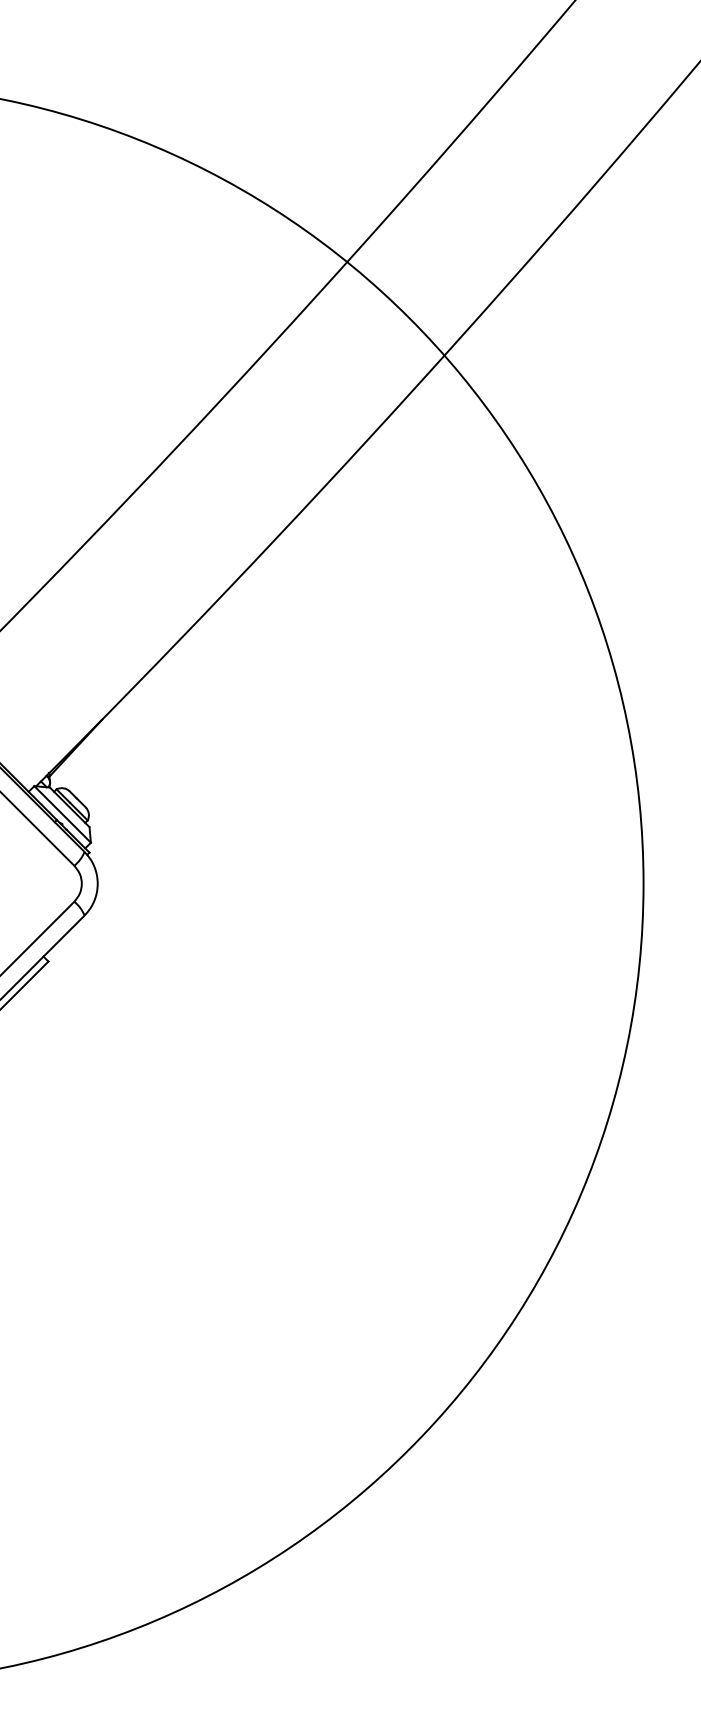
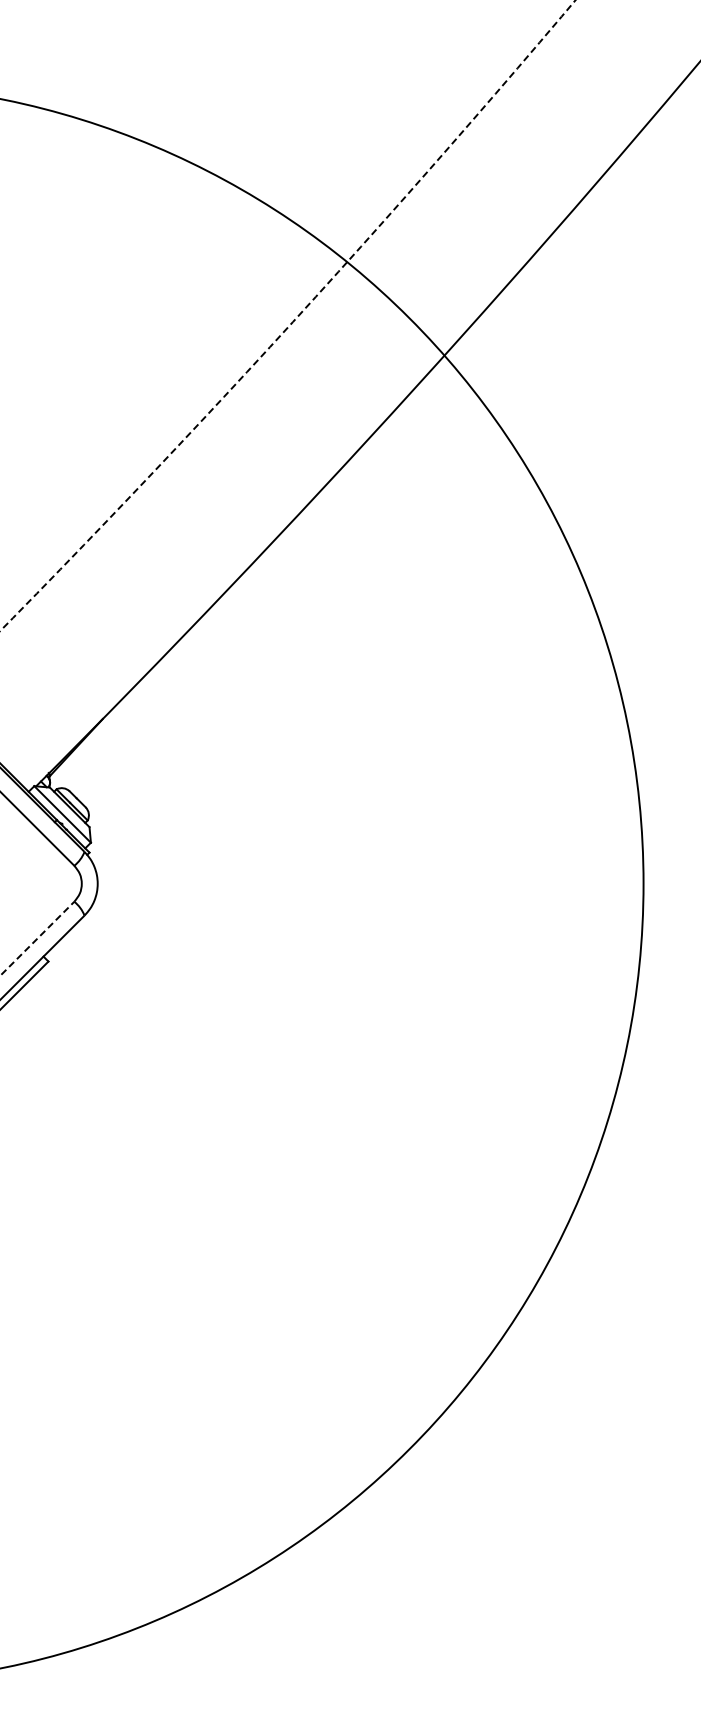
arc at (294, 320): solid -> dashed
line at (37, 938): solid -> dashed
